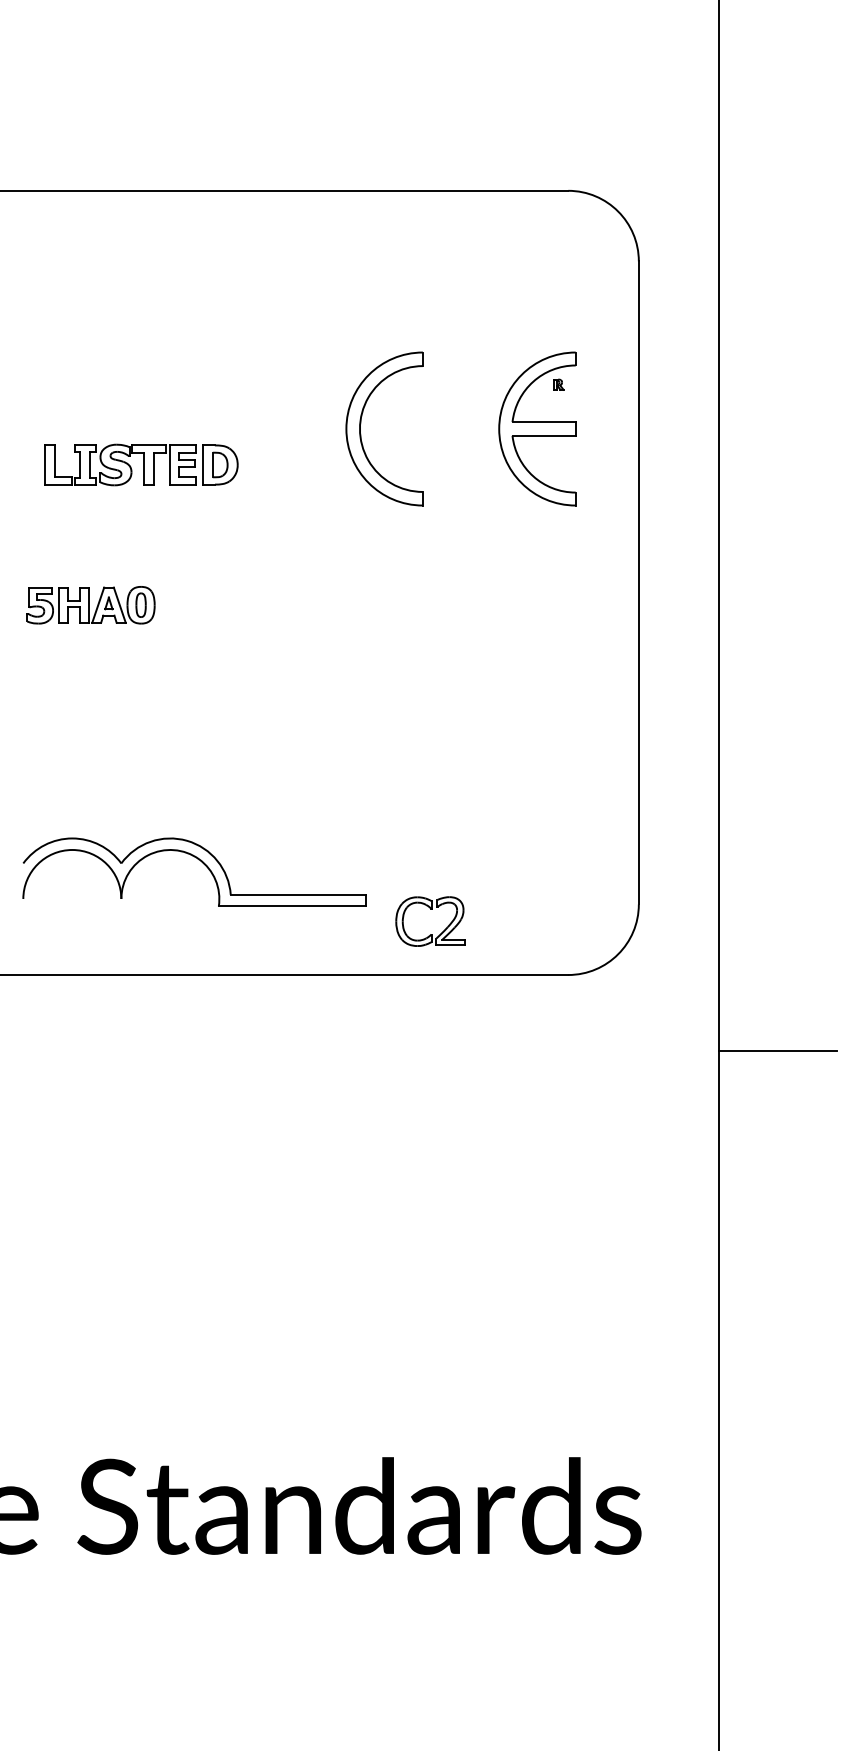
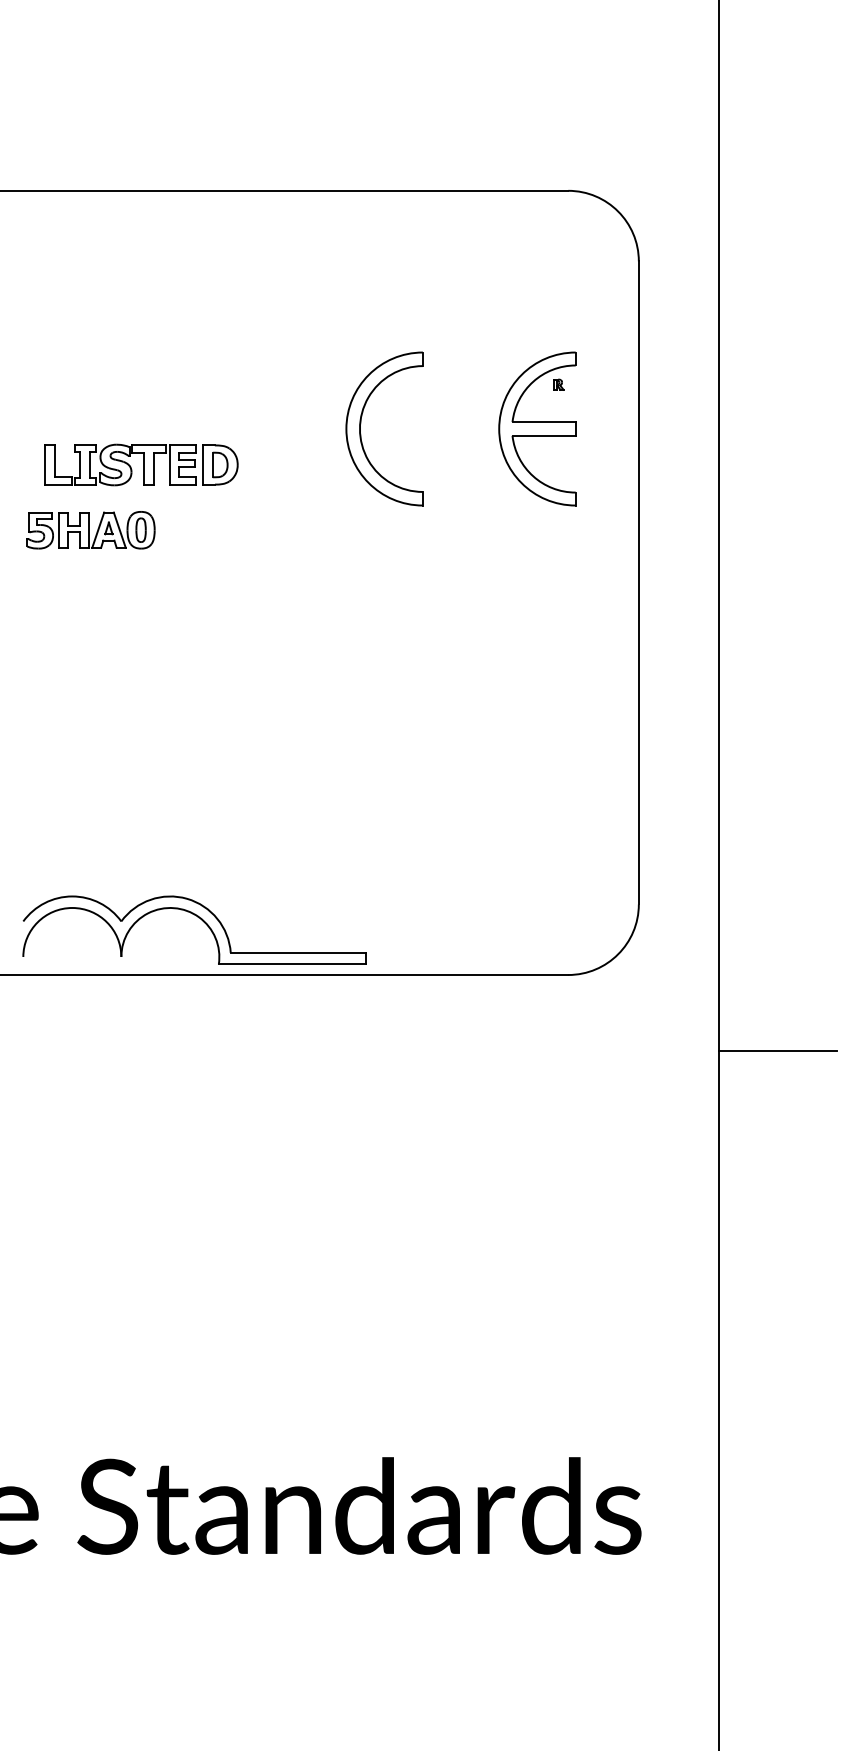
part at (90, 605) position: (90, 605) -> (90, 530)
part at (202, 863) position: (202, 863) -> (202, 921)
part at (430, 909): present -> none
